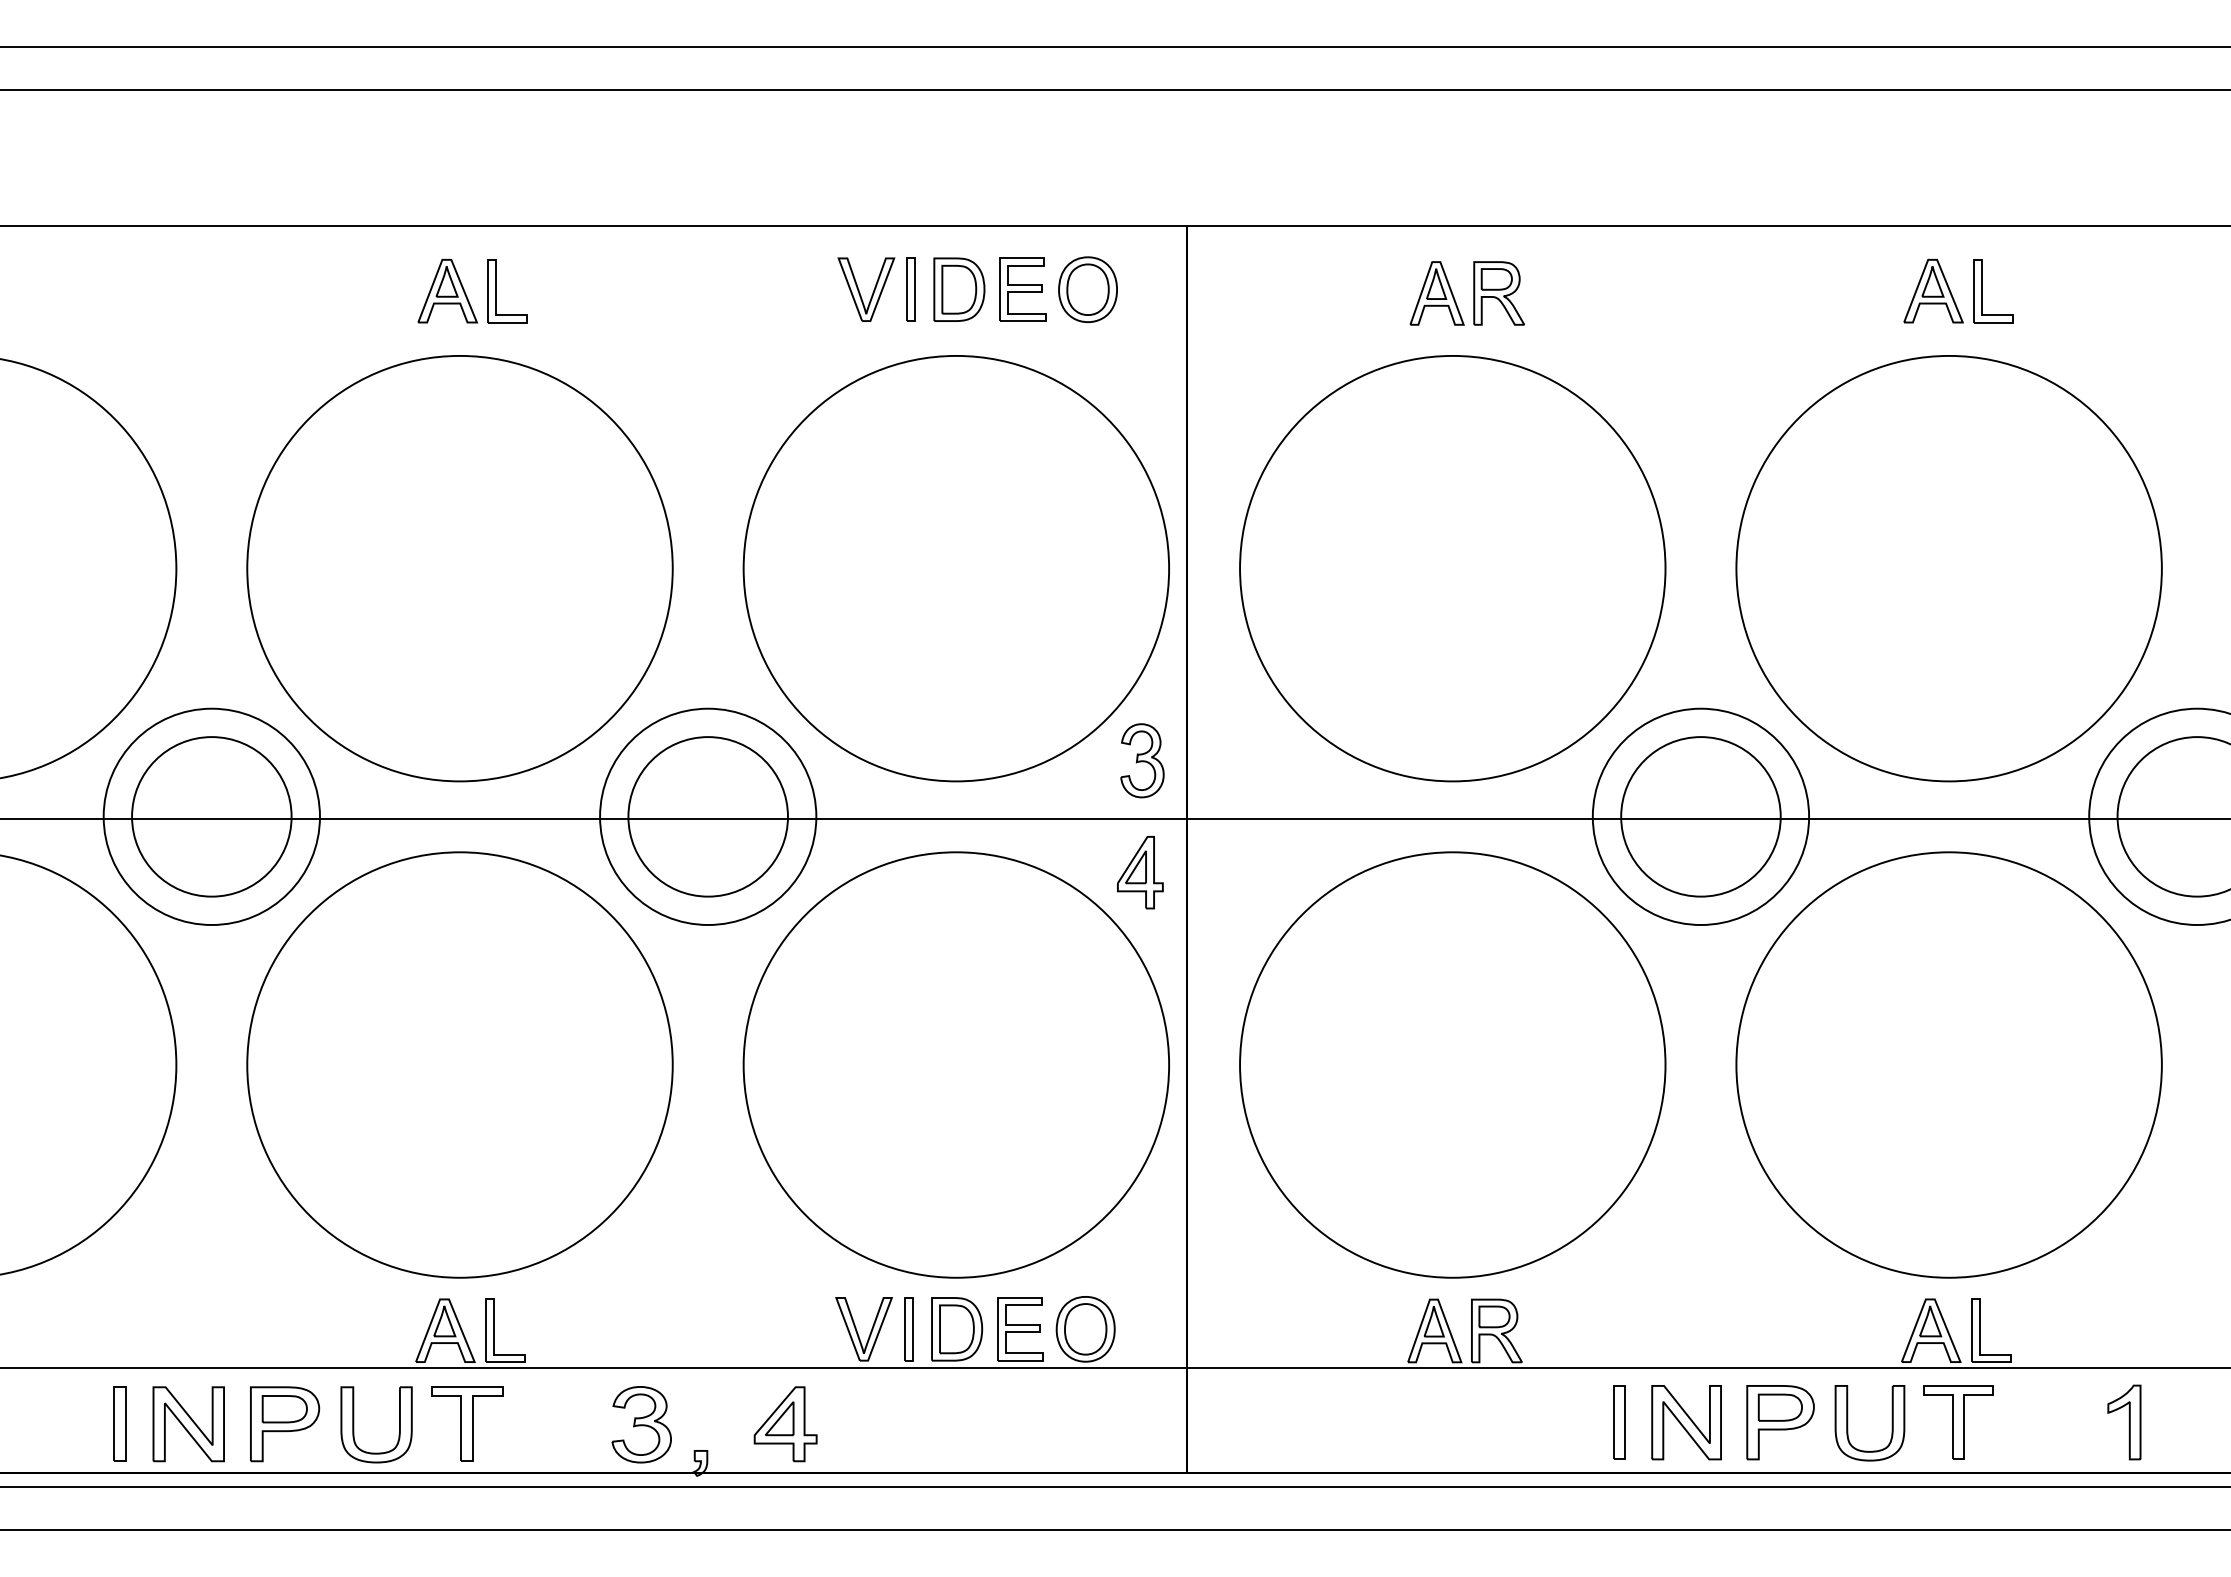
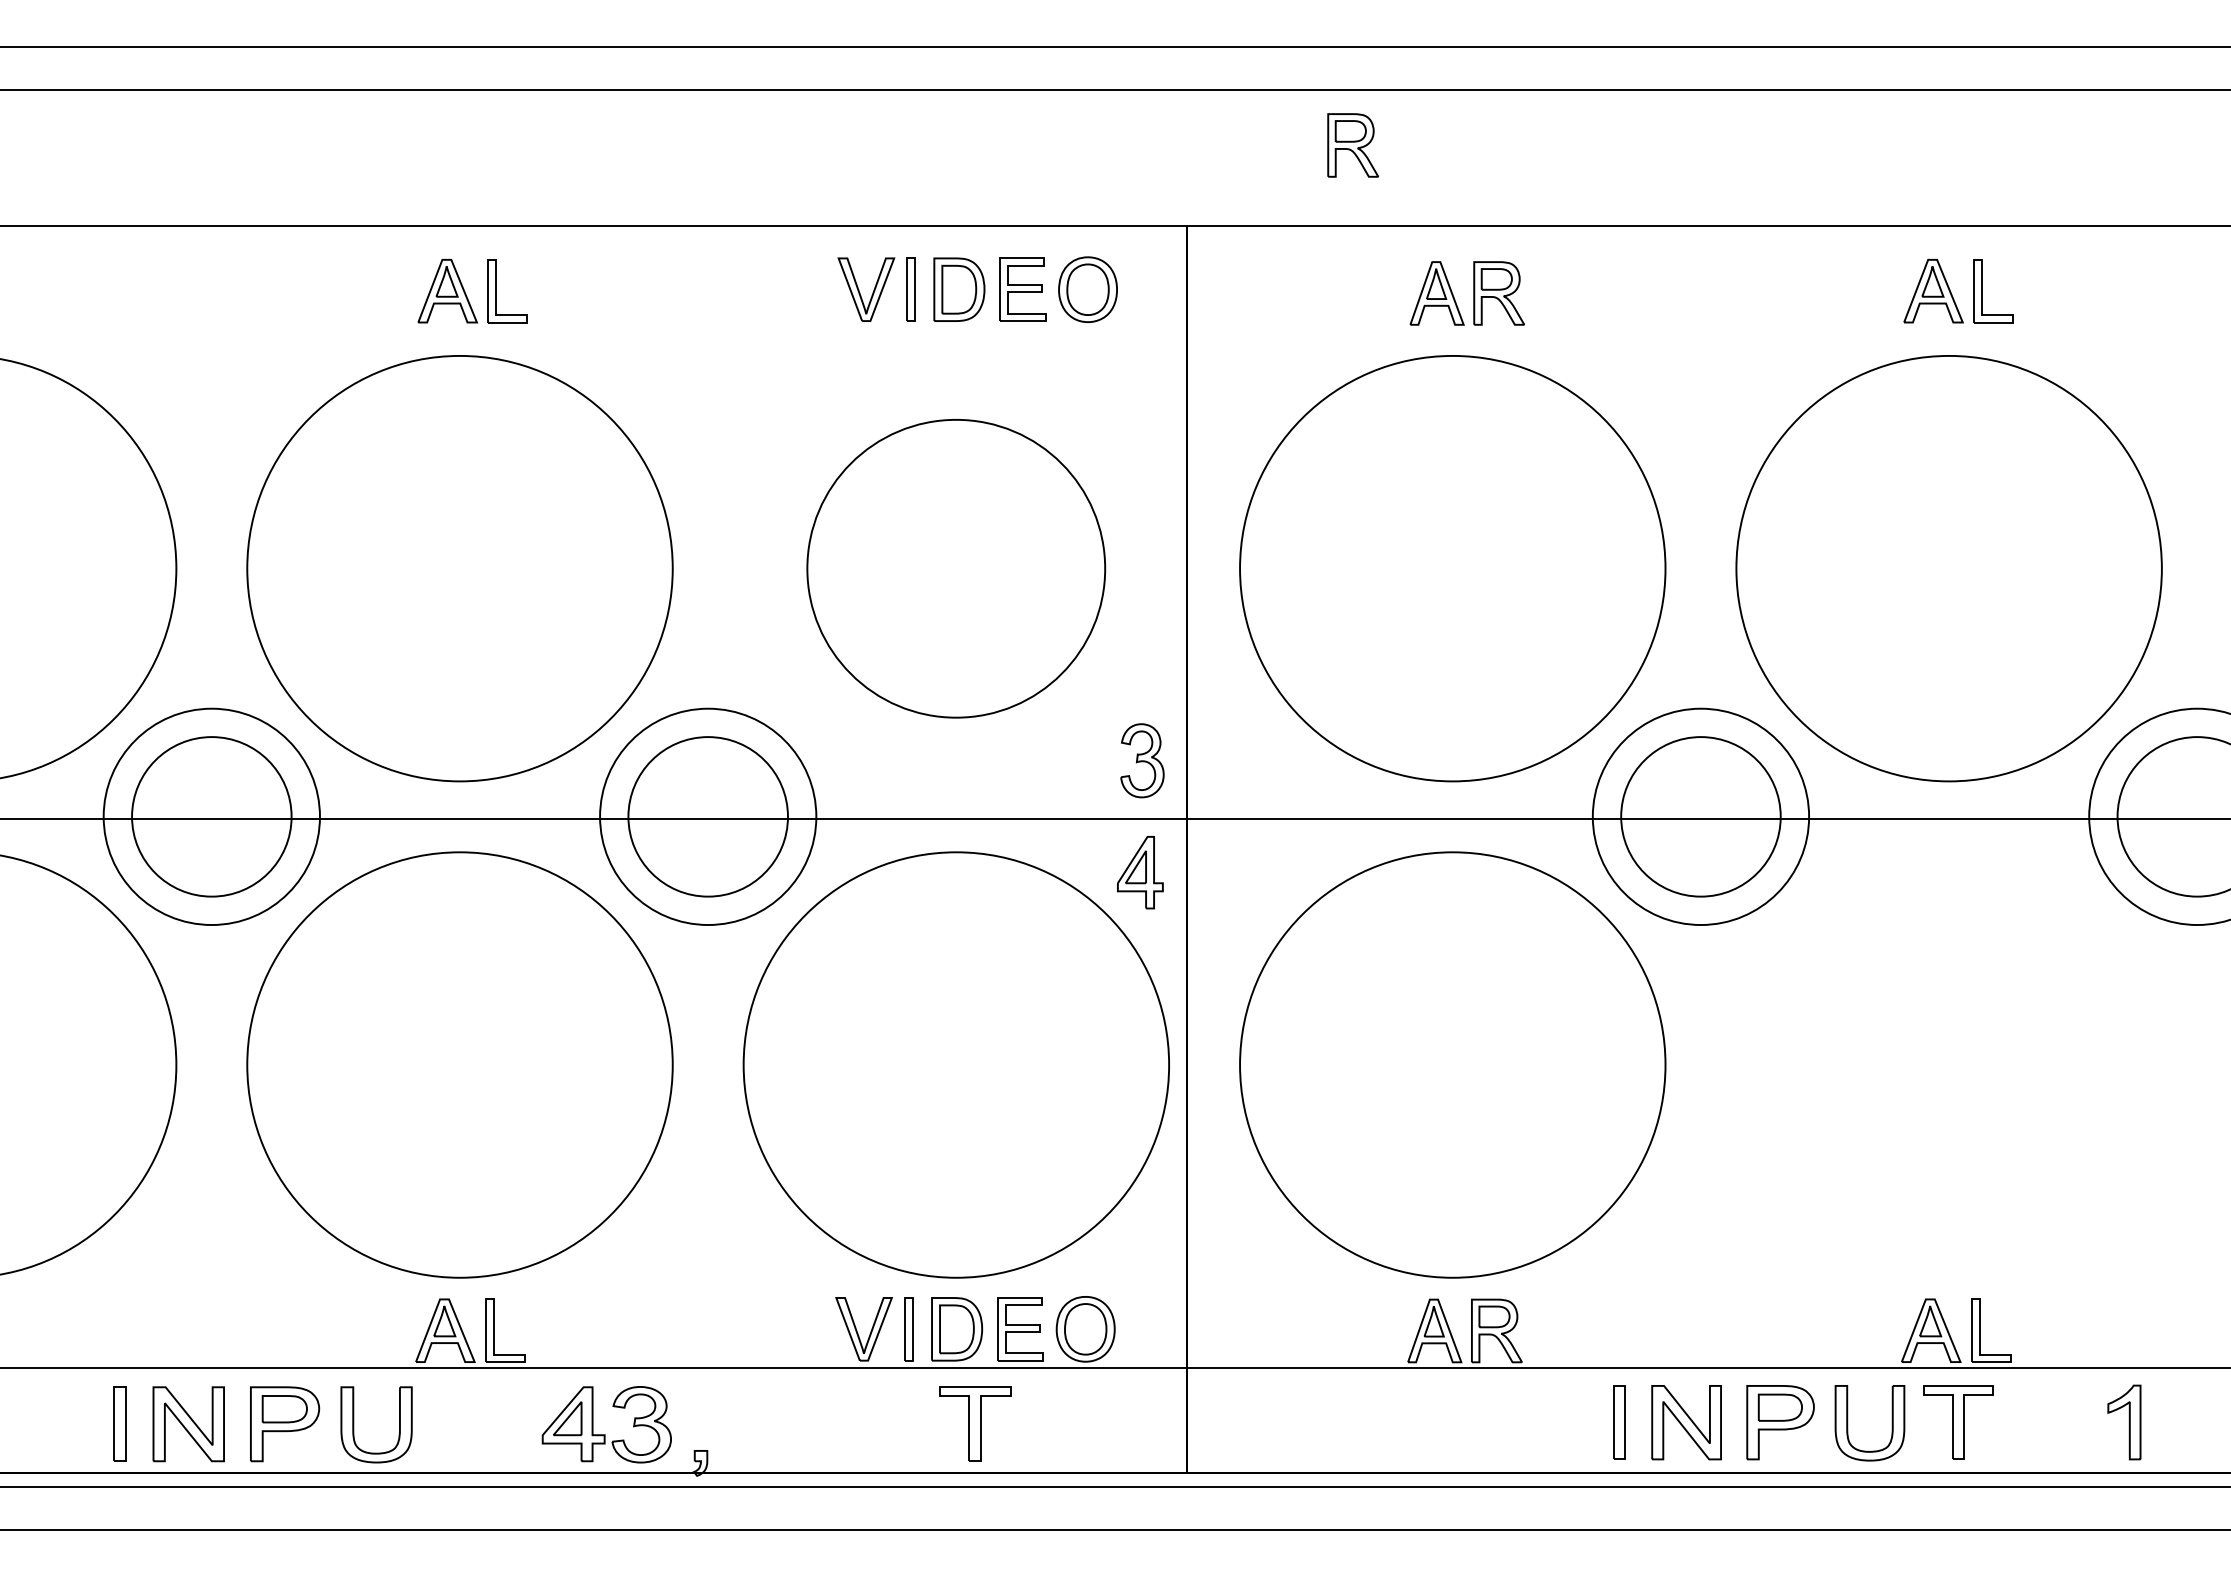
part at (1352, 145): none -> present
part at (955, 568) size: 428x428 px -> 301x300 px
part at (1948, 1064): present -> none
part at (467, 1423) position: (467, 1423) -> (975, 1423)
part at (785, 1424) position: (785, 1424) -> (573, 1424)
